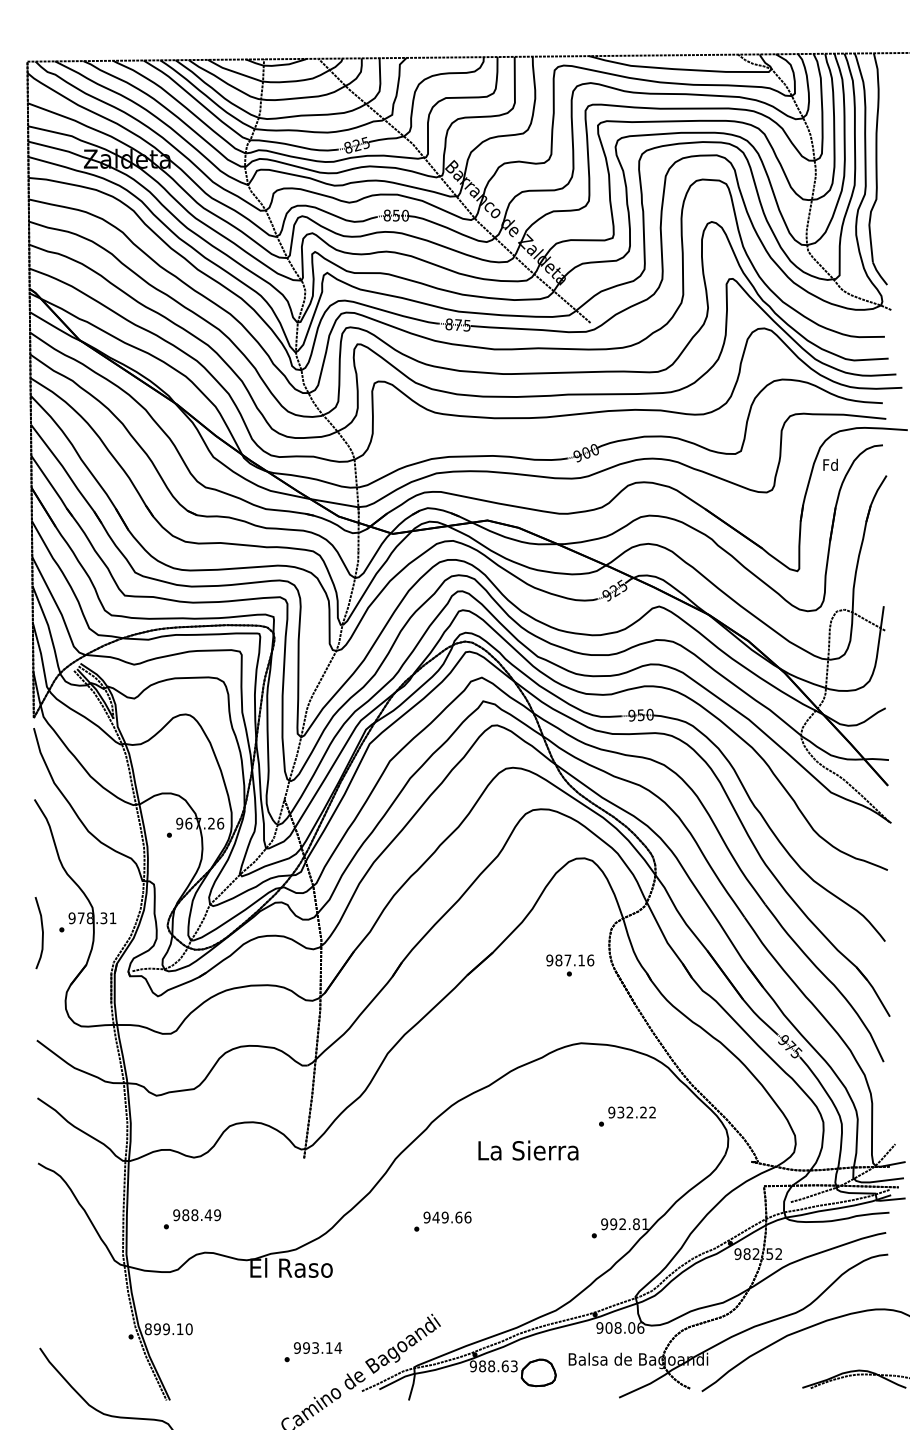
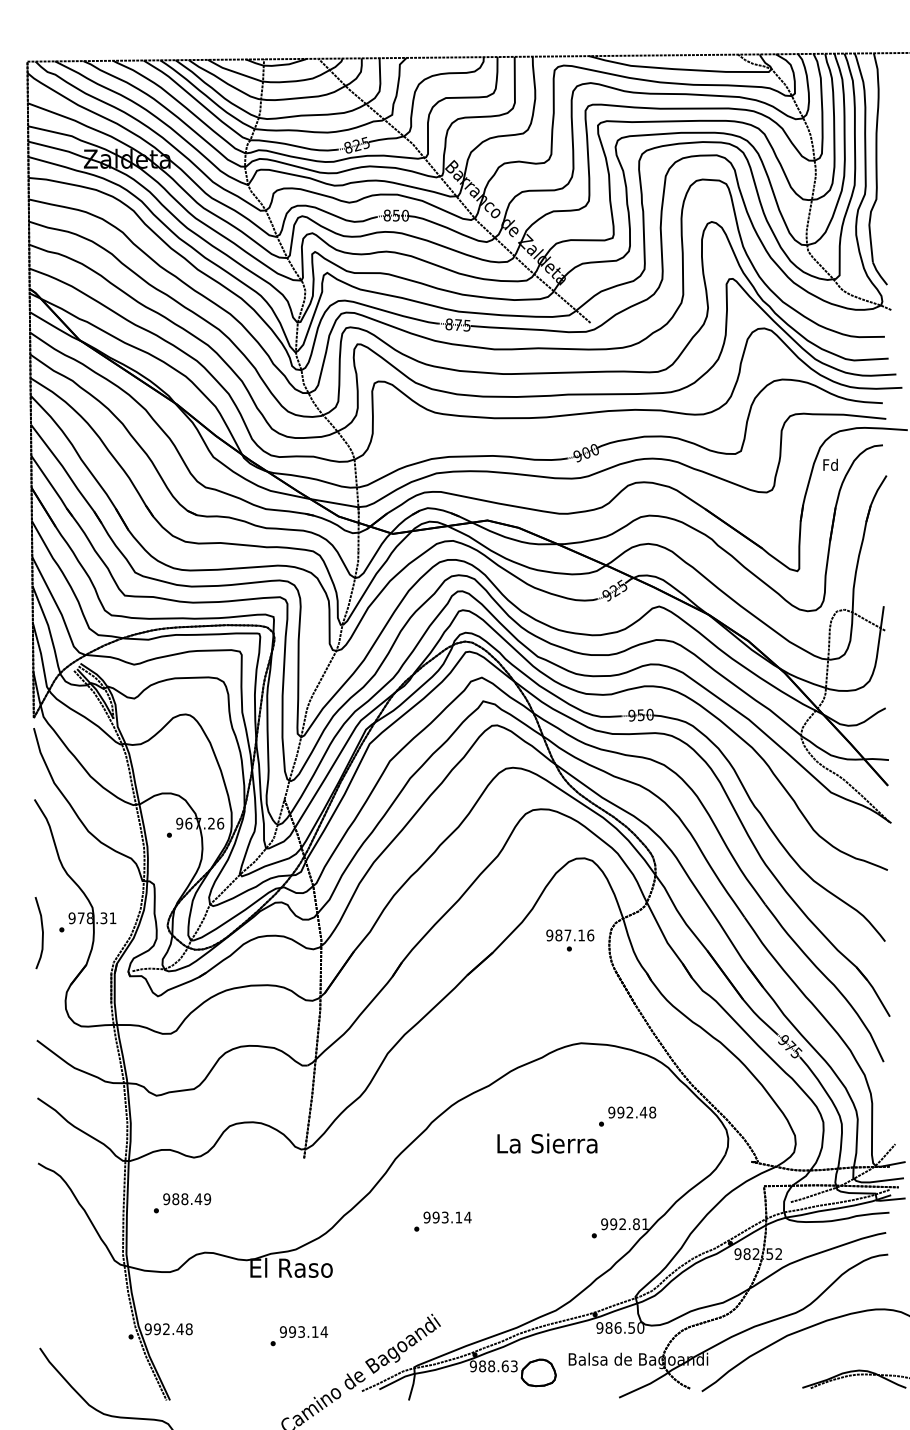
text at (570, 965) position: (570, 965) -> (570, 940)
text at (636, 1112): 932.22 -> 992.48
text at (528, 1150) position: (528, 1150) -> (547, 1143)
text at (451, 1217): 949.66 -> 993.14
text at (192, 1219) position: (192, 1219) -> (182, 1203)
text at (624, 1327): 908.06 -> 986.50
text at (168, 1329): 899.10 -> 992.48
text at (313, 1352) position: (313, 1352) -> (299, 1336)
